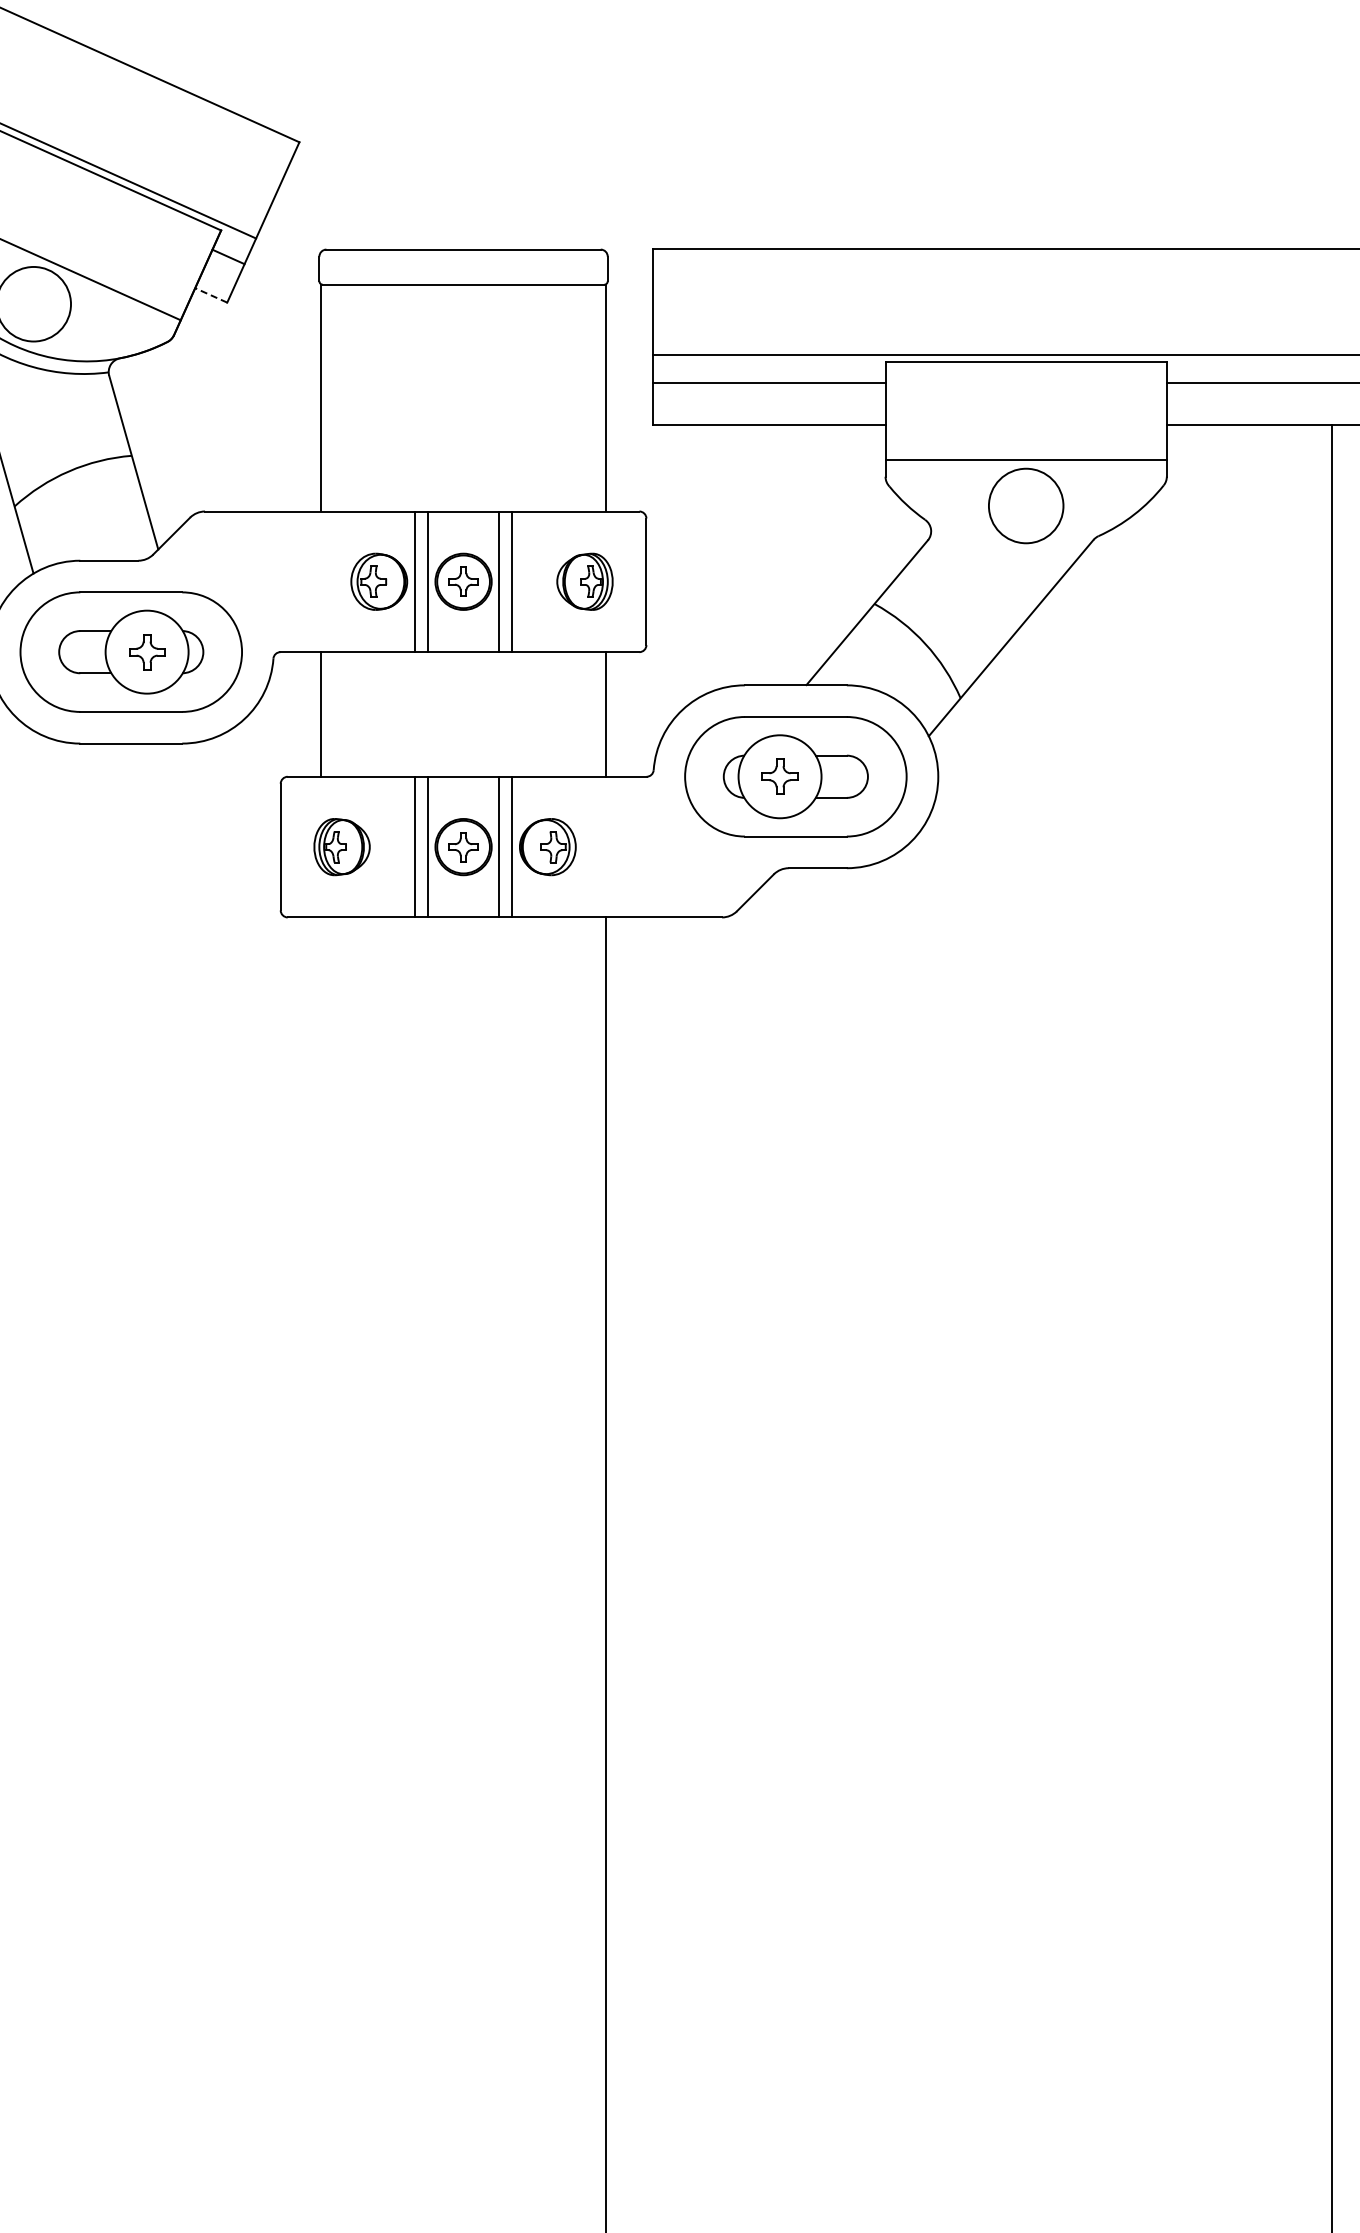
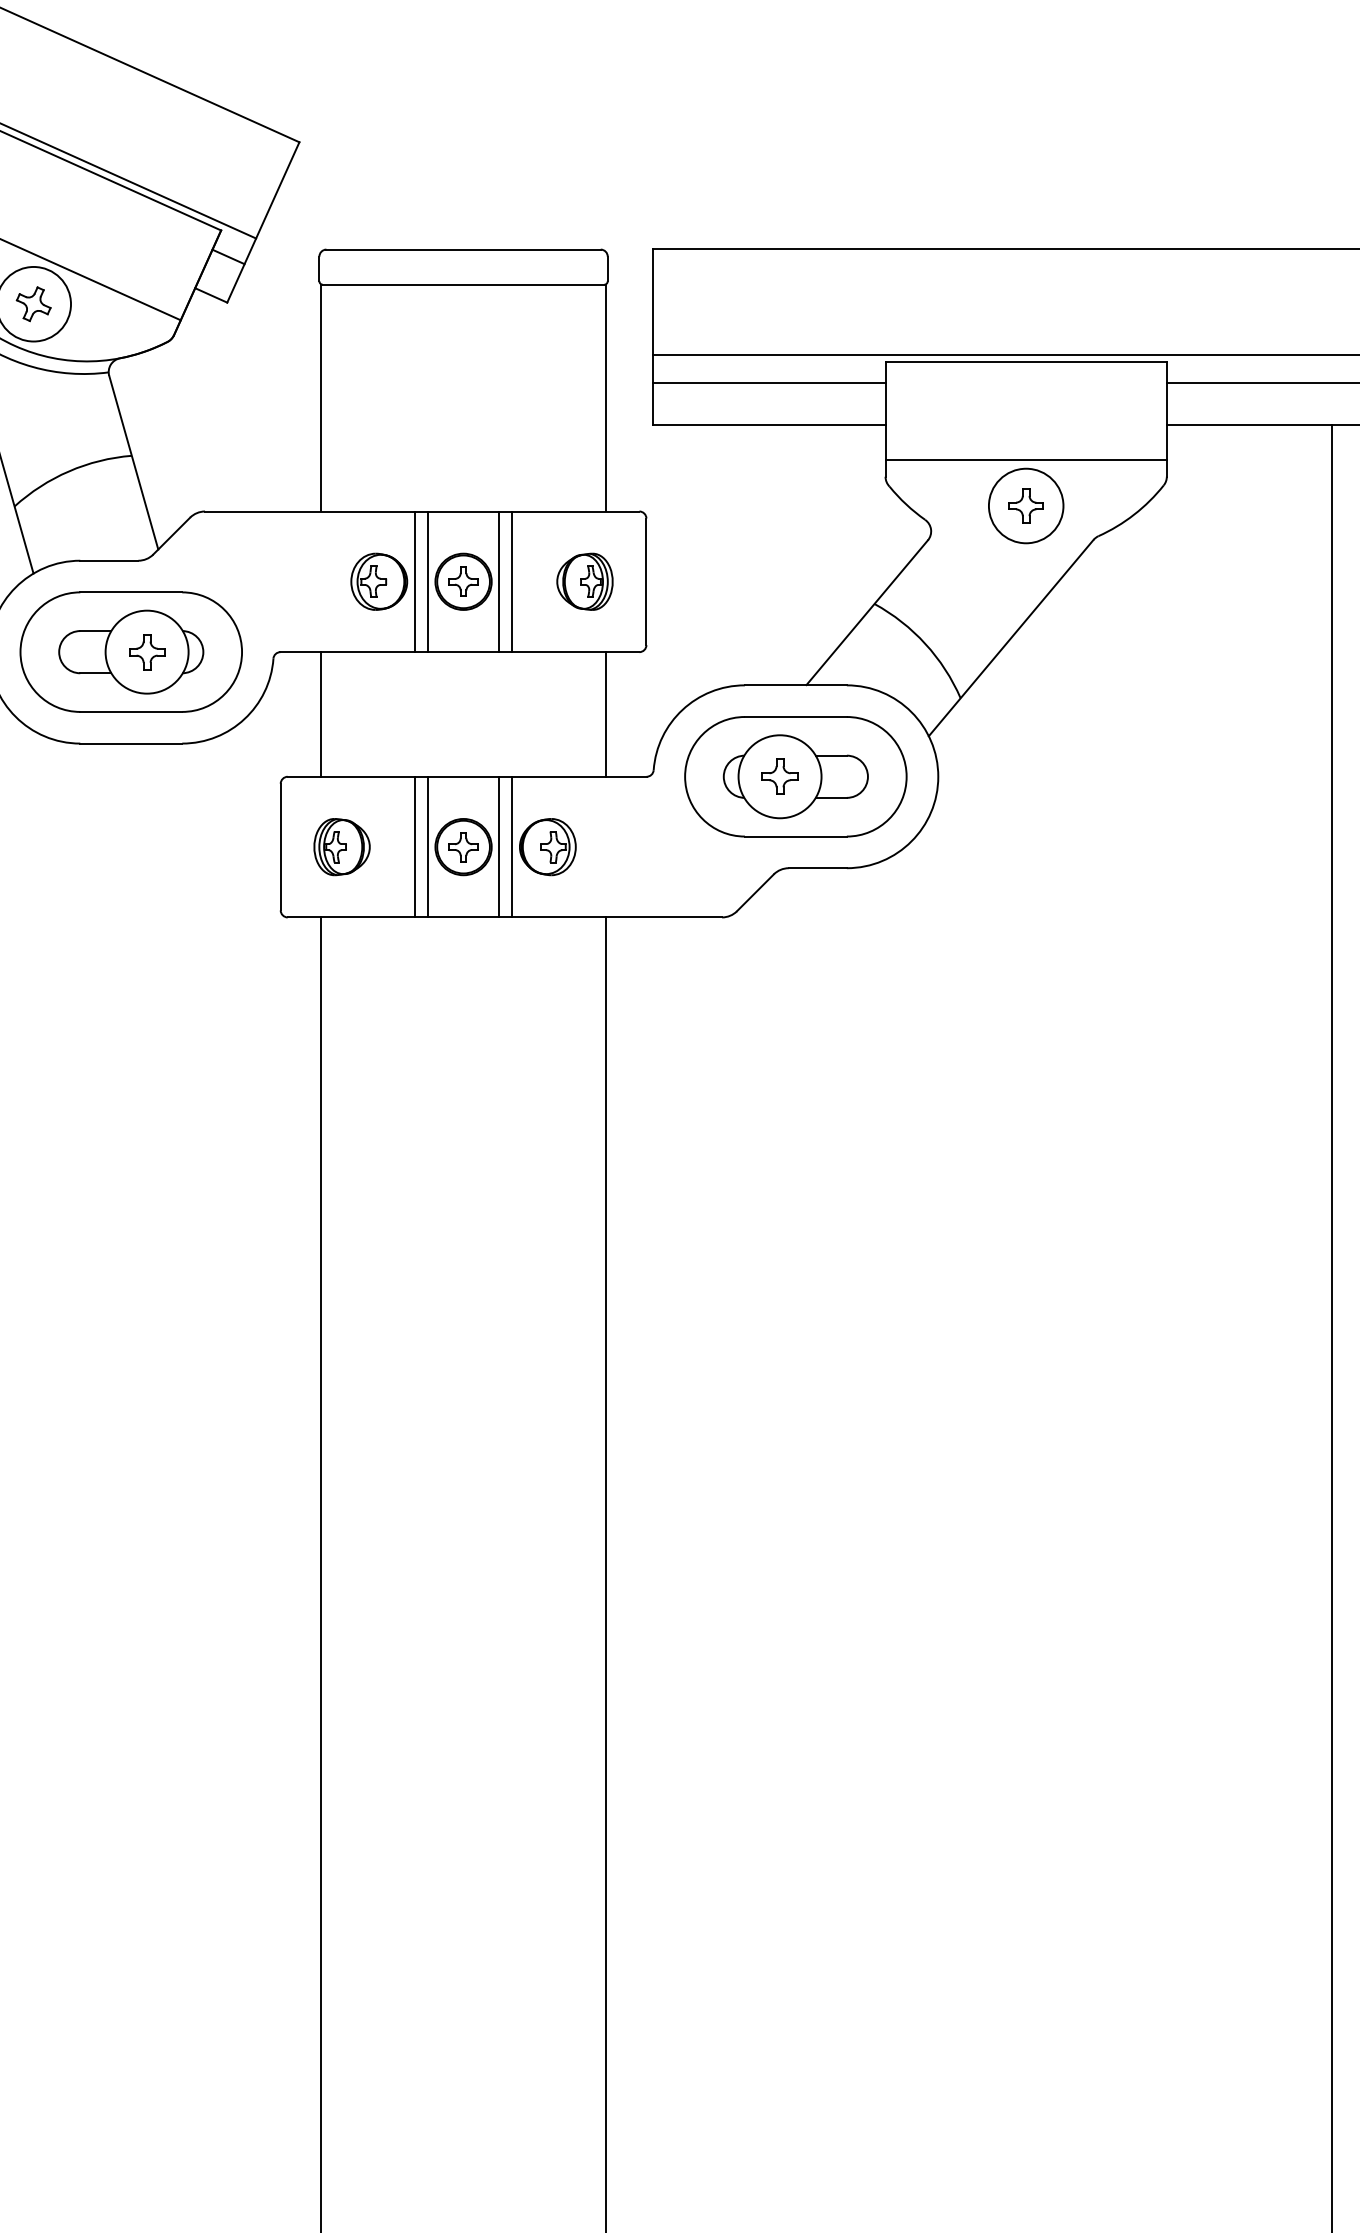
line at (211, 295): dashed -> solid
part at (33, 304): none -> present
part at (1025, 505): none -> present
line at (321, 1573): none -> present
